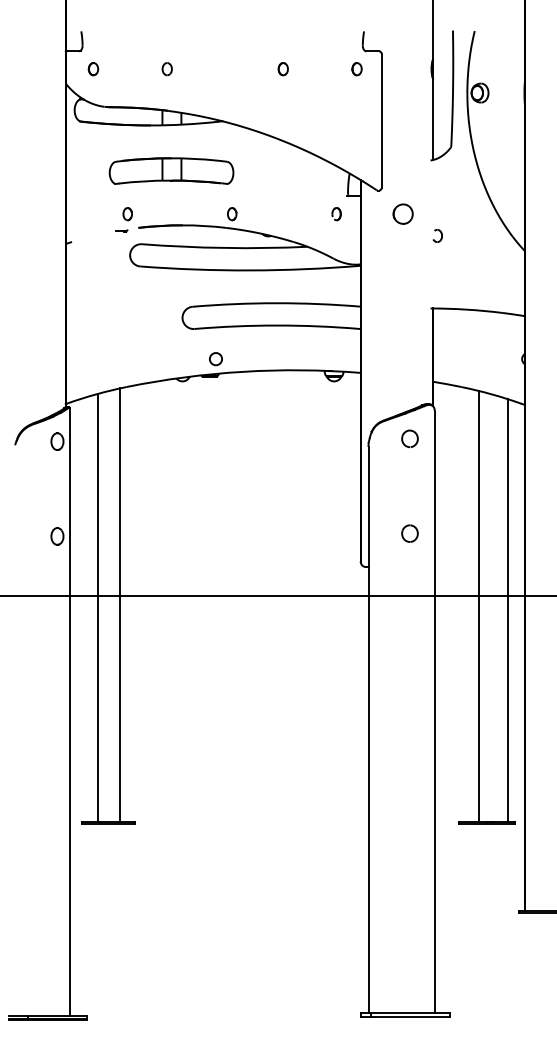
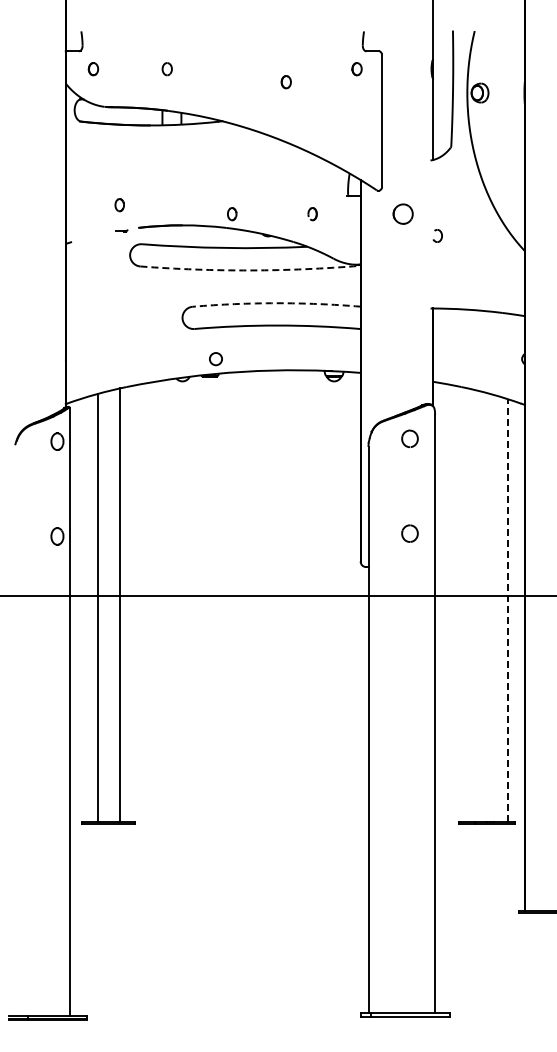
part at (282, 69) position: (282, 69) -> (285, 82)
part at (171, 170): present -> none
part at (127, 214) position: (127, 214) -> (119, 205)
part at (336, 214) position: (336, 214) -> (312, 214)
arc at (250, 270): solid -> dashed
arc at (276, 303): solid -> dashed
line at (478, 605): present -> none
line at (508, 610): solid -> dashed
